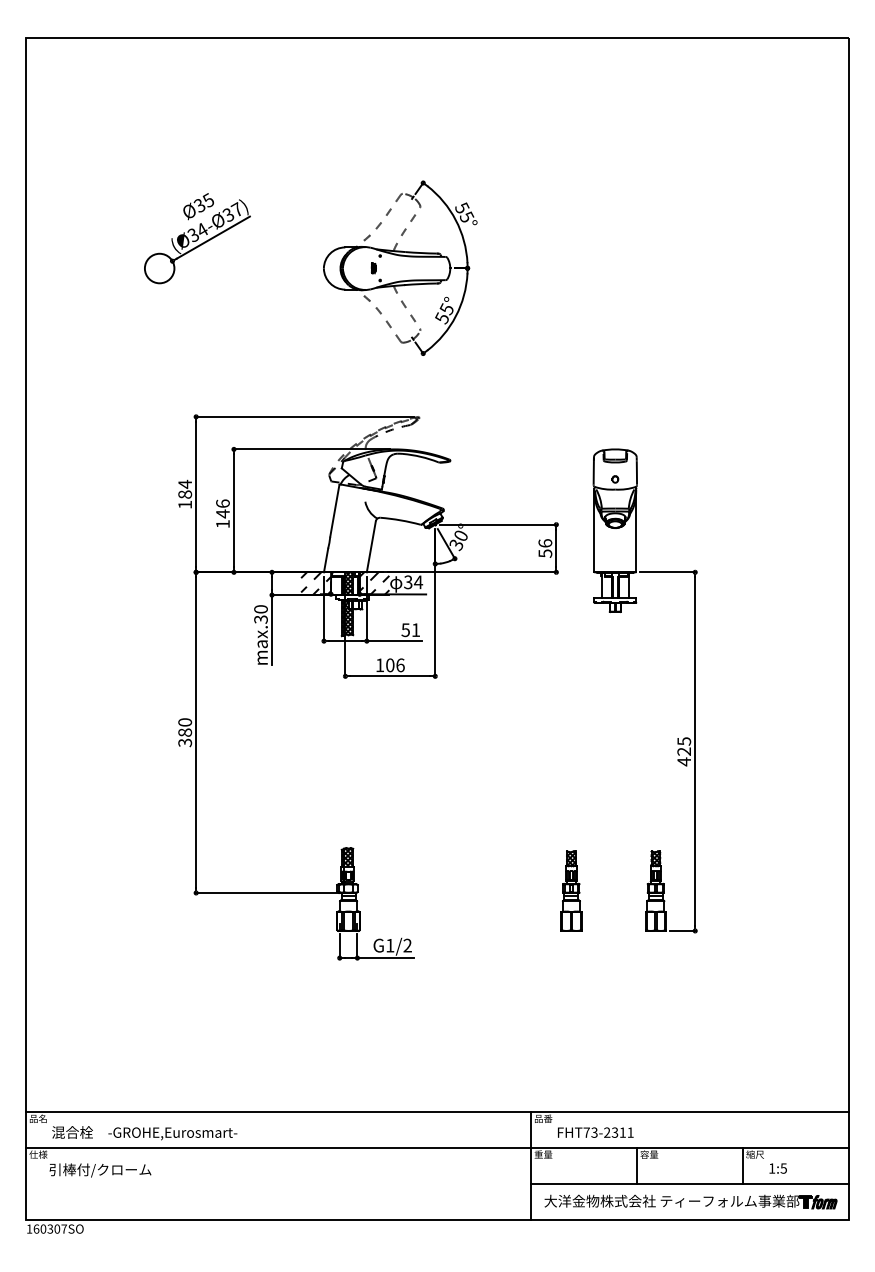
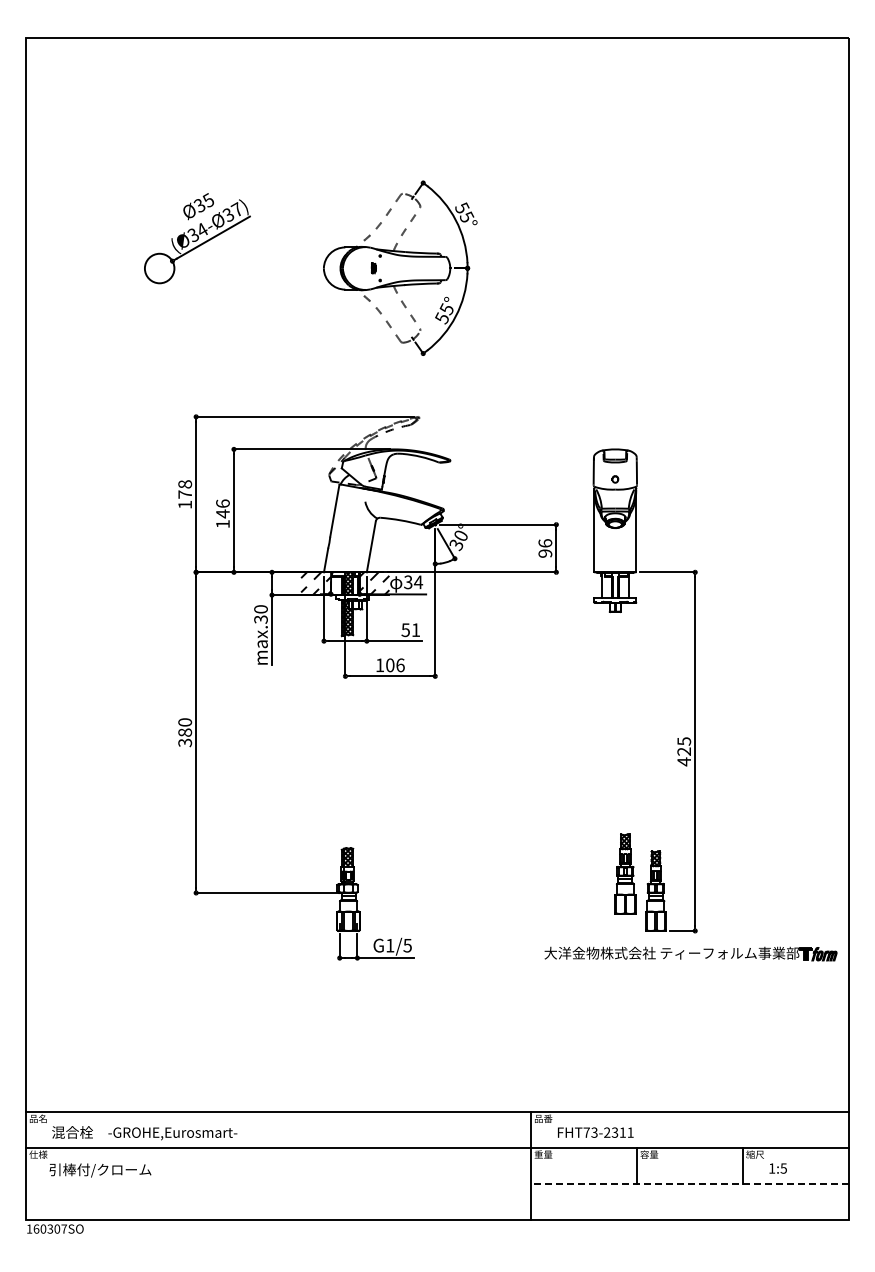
text at (185, 488): 184 -> 178
text at (545, 553): 56 -> 96
part at (571, 890) position: (571, 890) -> (625, 873)
text at (407, 945): G1/2 -> G1/5
line at (690, 1183): solid -> dashed
part at (690, 1201) position: (690, 1201) -> (690, 953)
